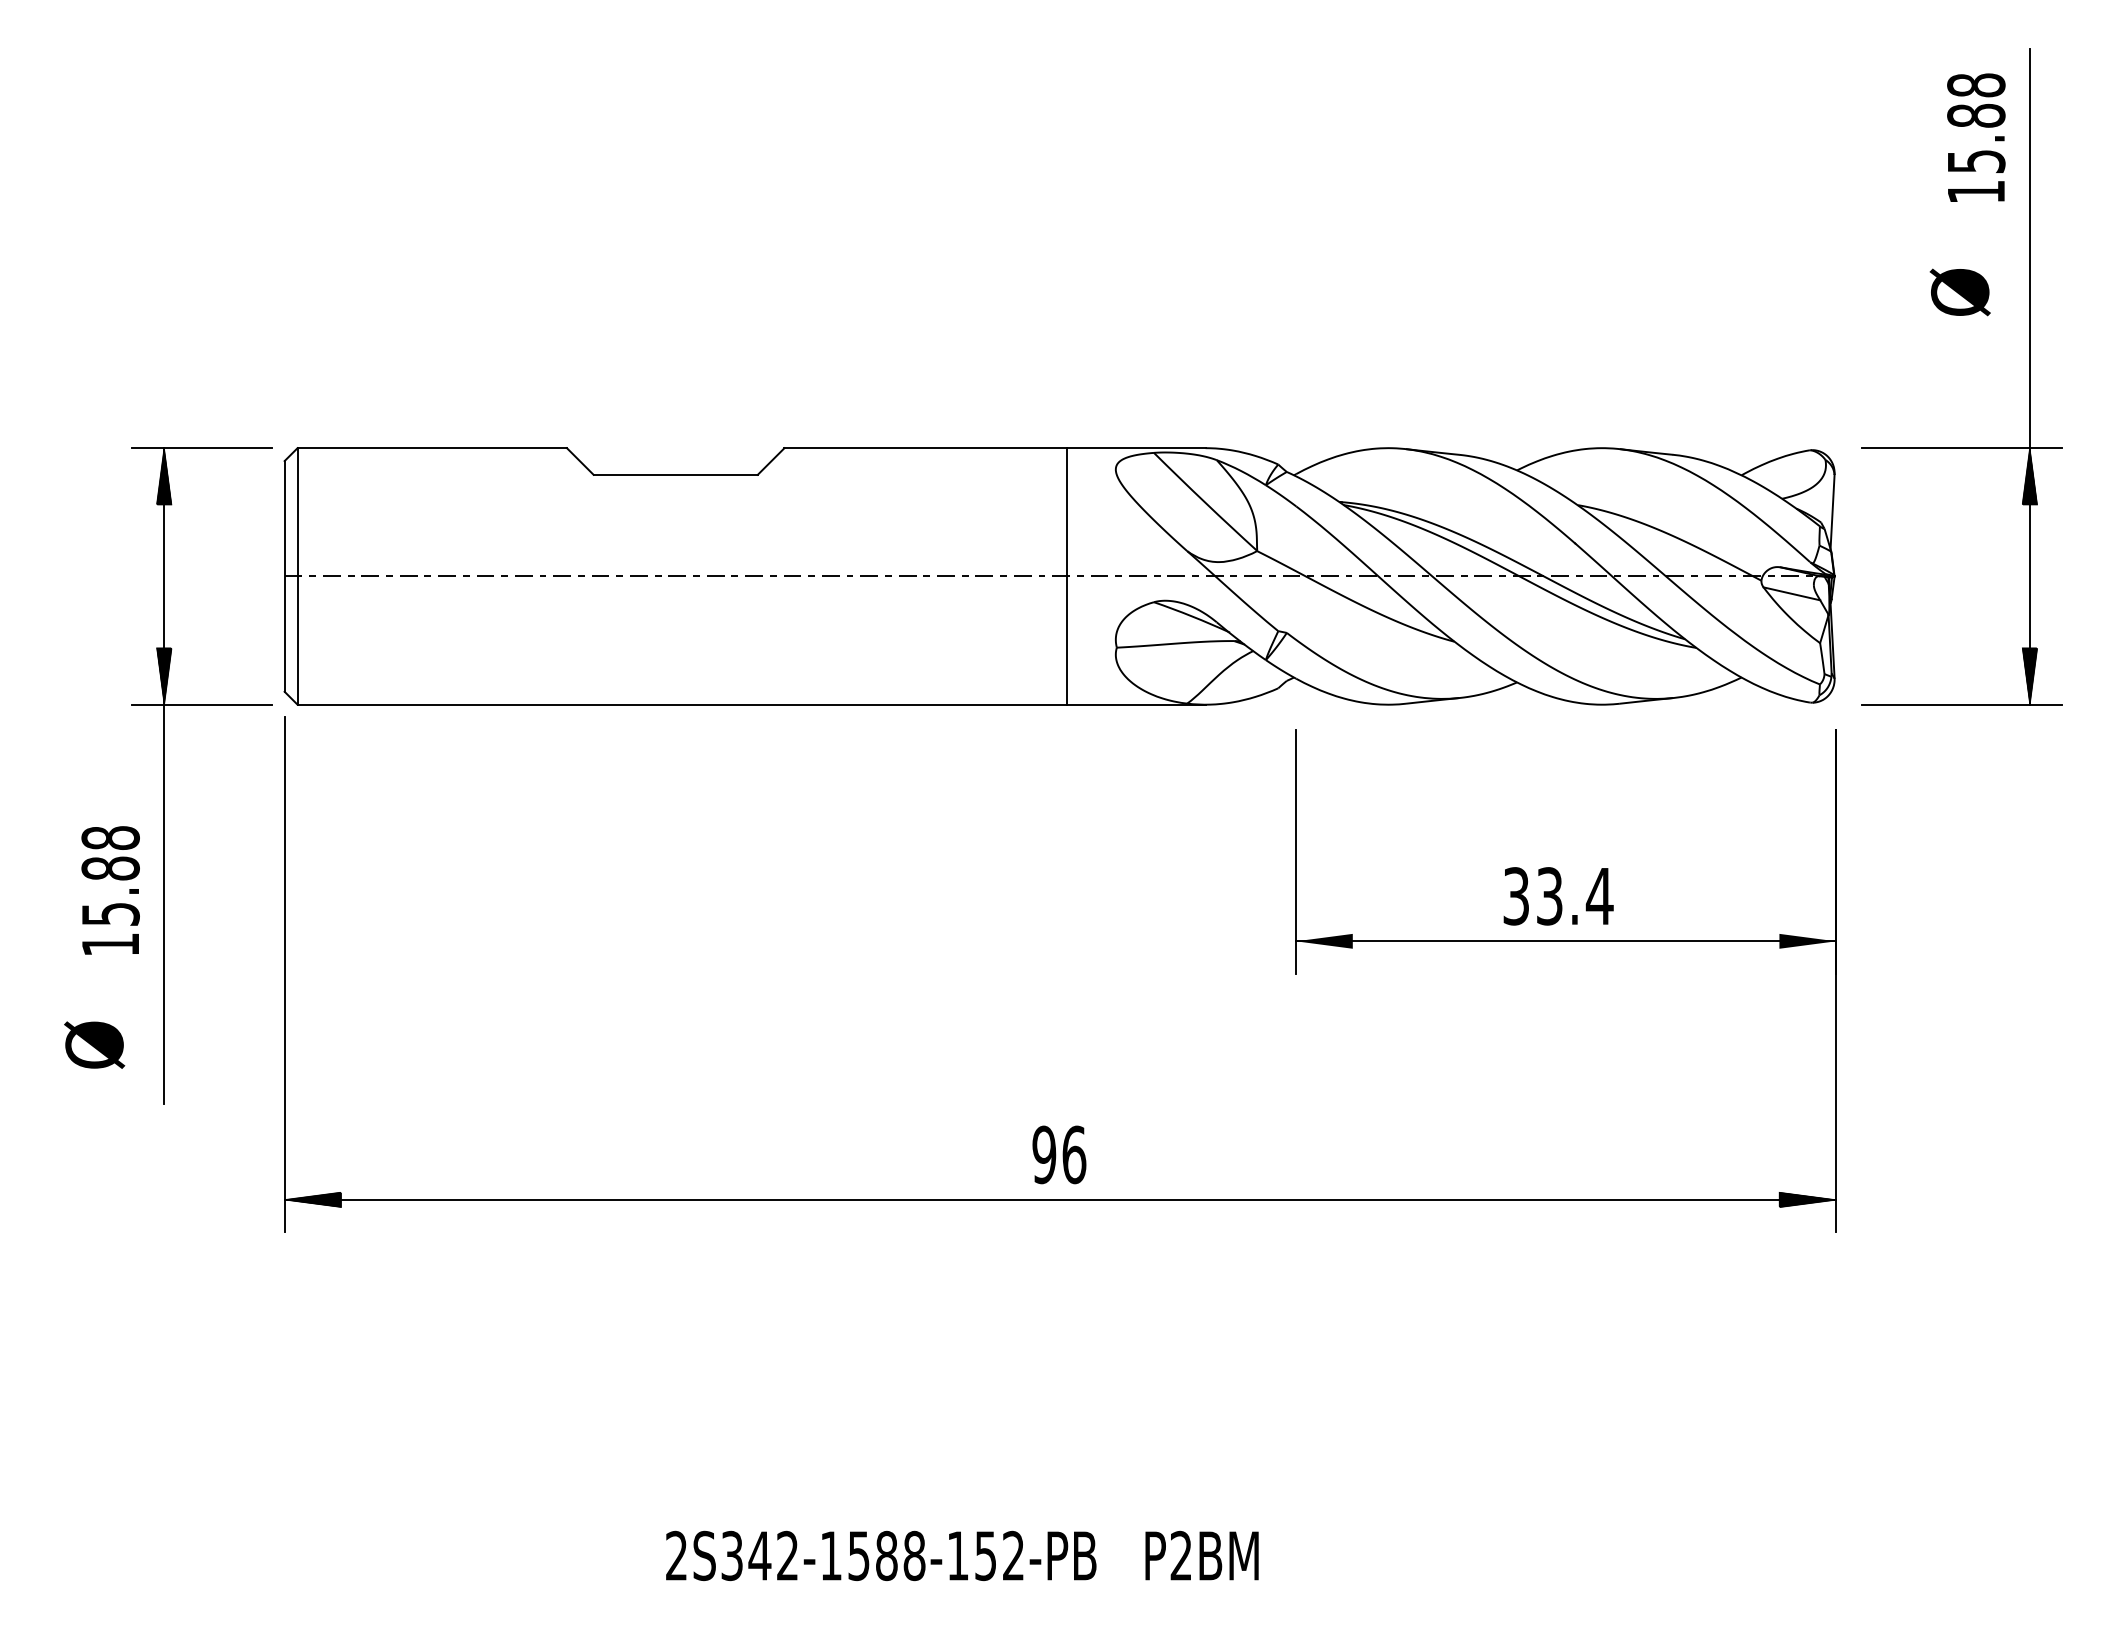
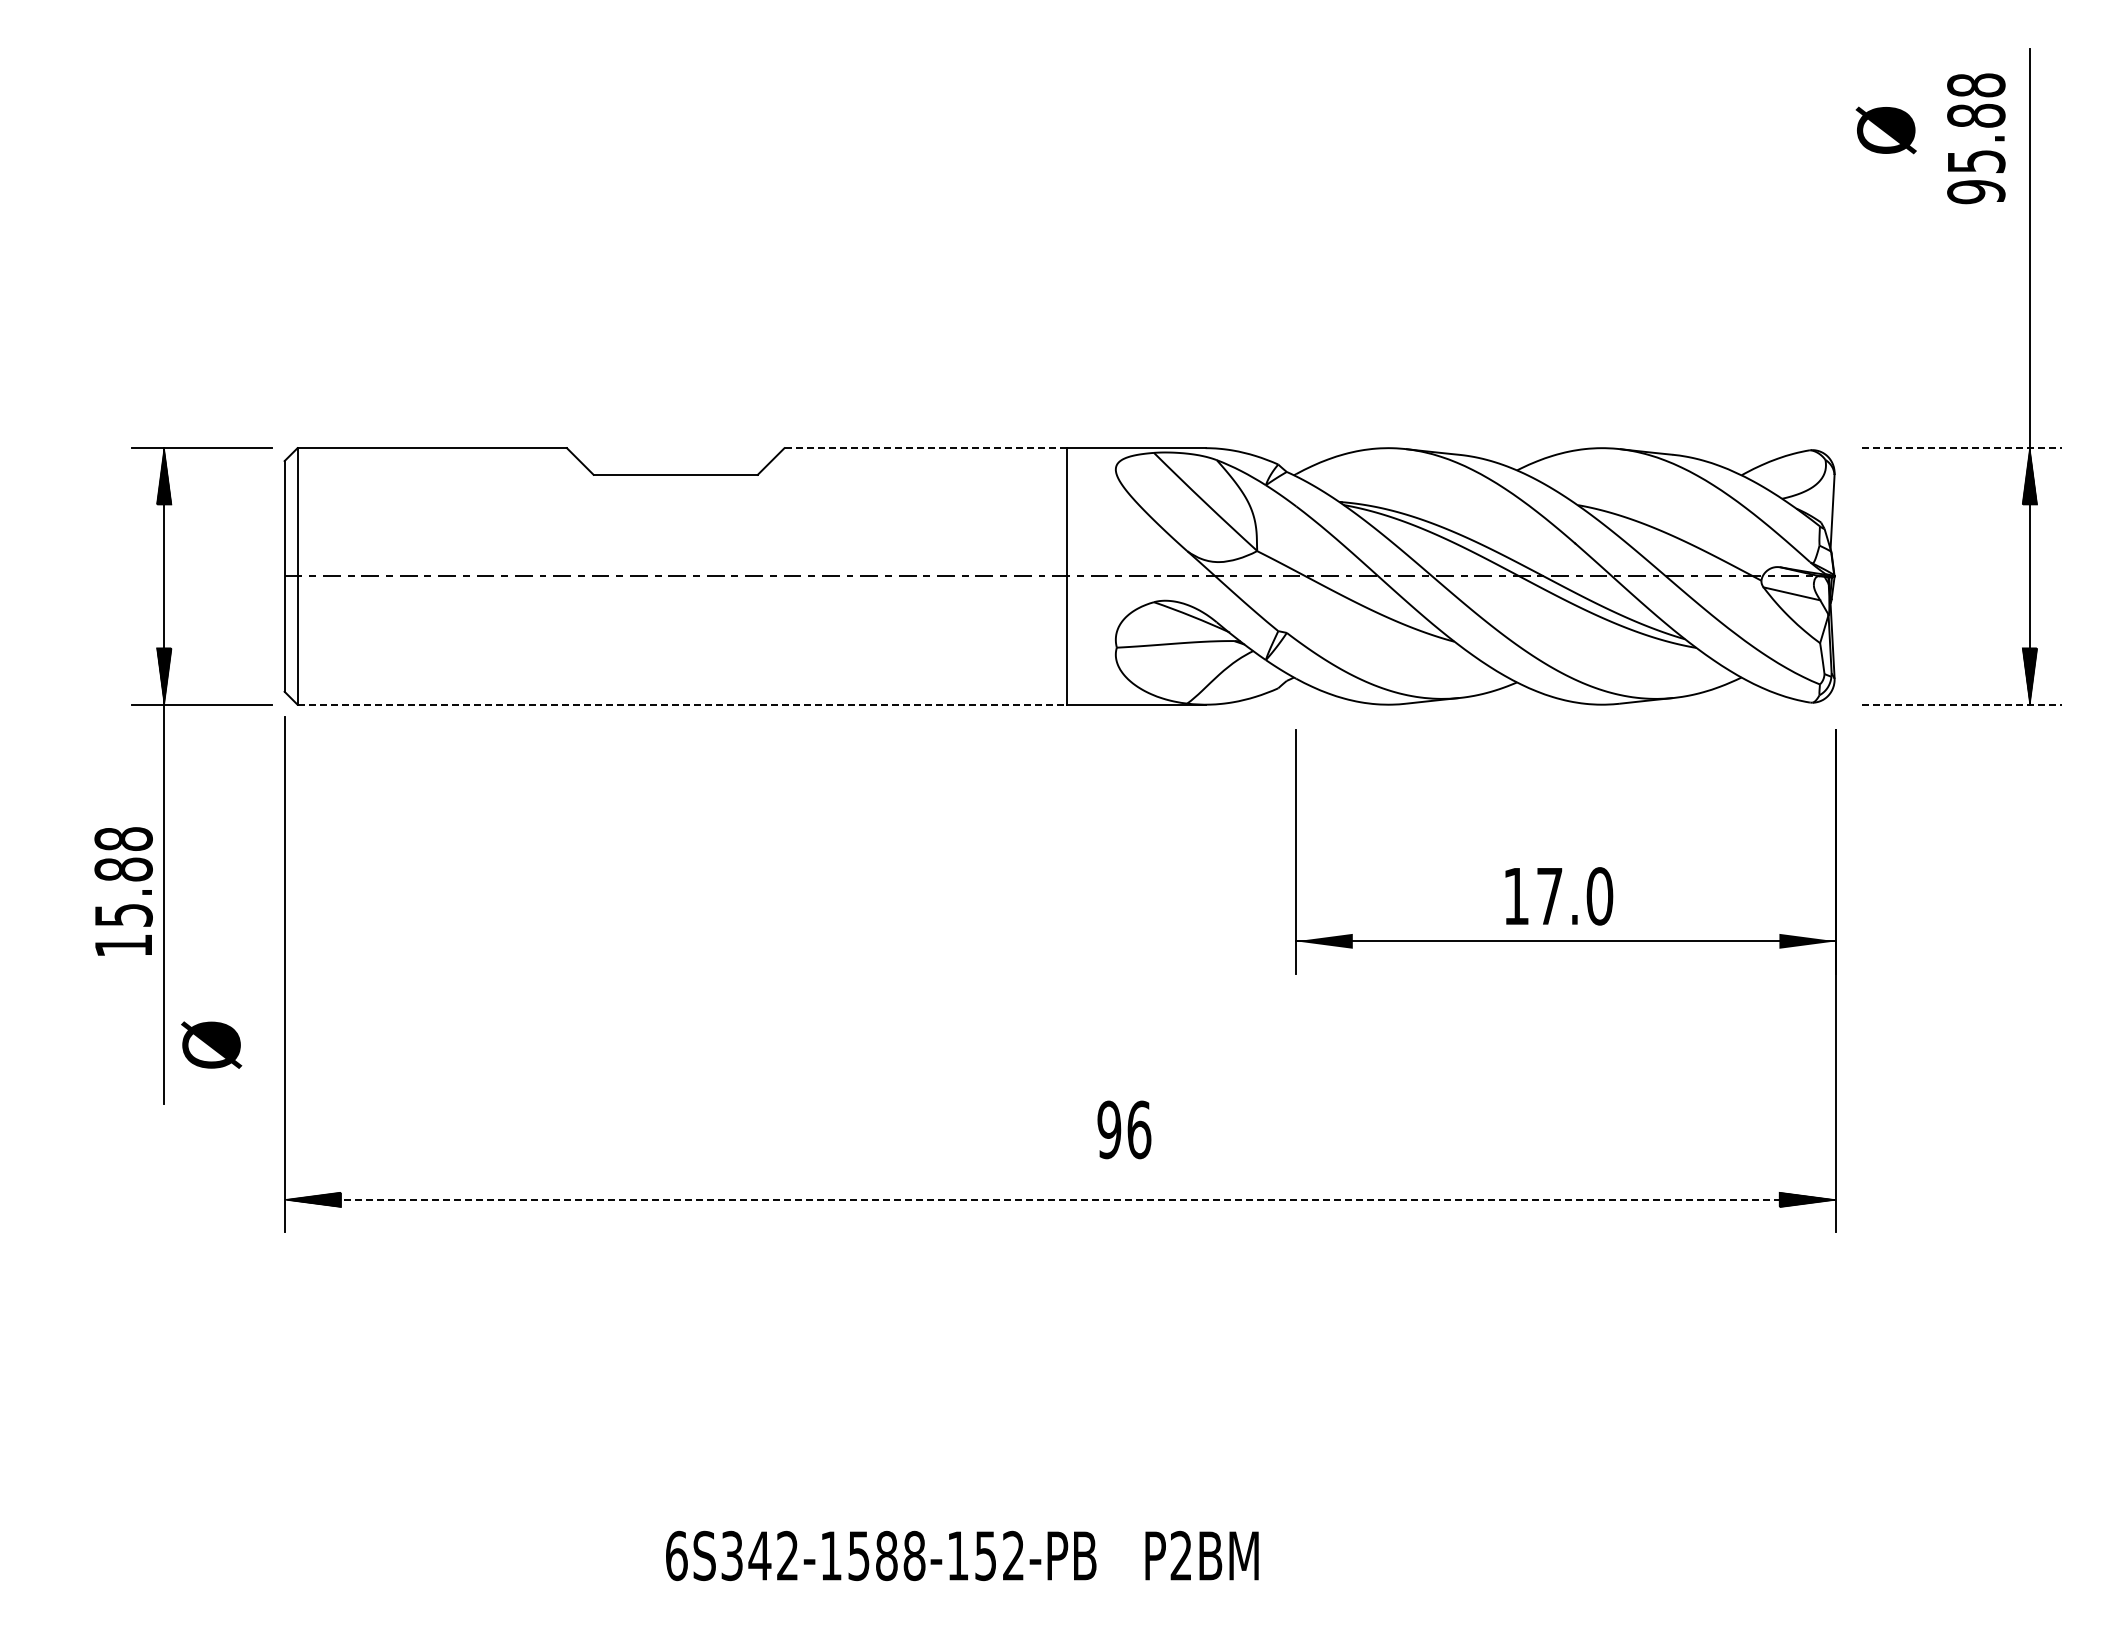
text at (1976, 192): 15.88 -> 95.88
text at (1959, 292) position: (1959, 292) -> (1885, 130)
line at (925, 448): solid -> dashed
line at (1962, 448): solid -> dashed
line at (682, 704): solid -> dashed
line at (1962, 704): solid -> dashed
text at (110, 890) position: (110, 890) -> (123, 891)
text at (1558, 896): 33.4 -> 17.0
text at (94, 1044) position: (94, 1044) -> (211, 1044)
text at (1059, 1154) position: (1059, 1154) -> (1124, 1129)
line at (1060, 1199): solid -> dashed
text at (676, 1555): 2S342-1588-152-PB -> 6S342-1588-152-PB
